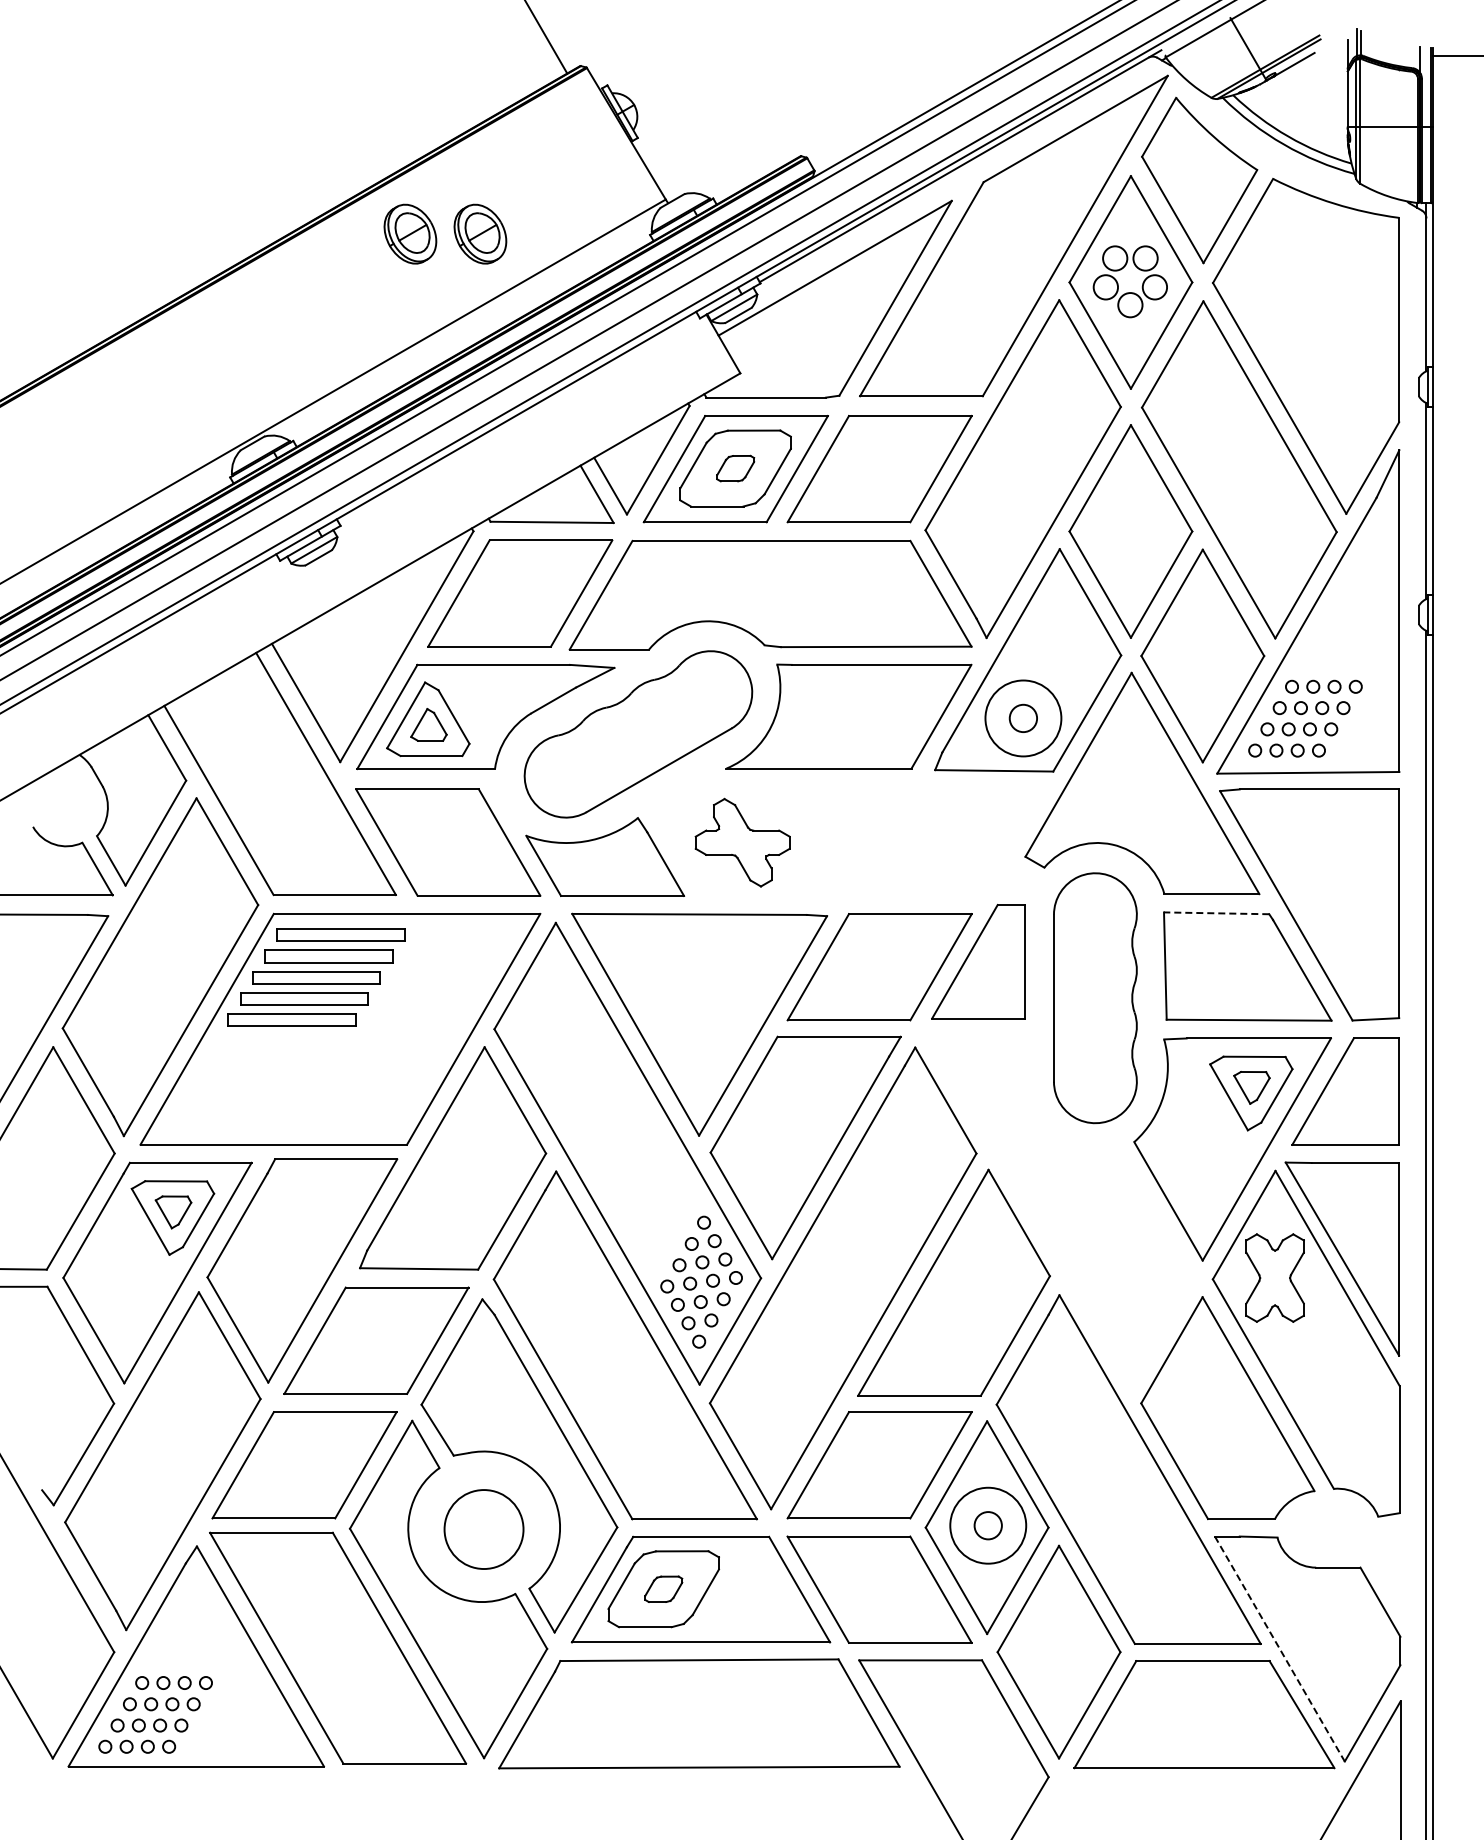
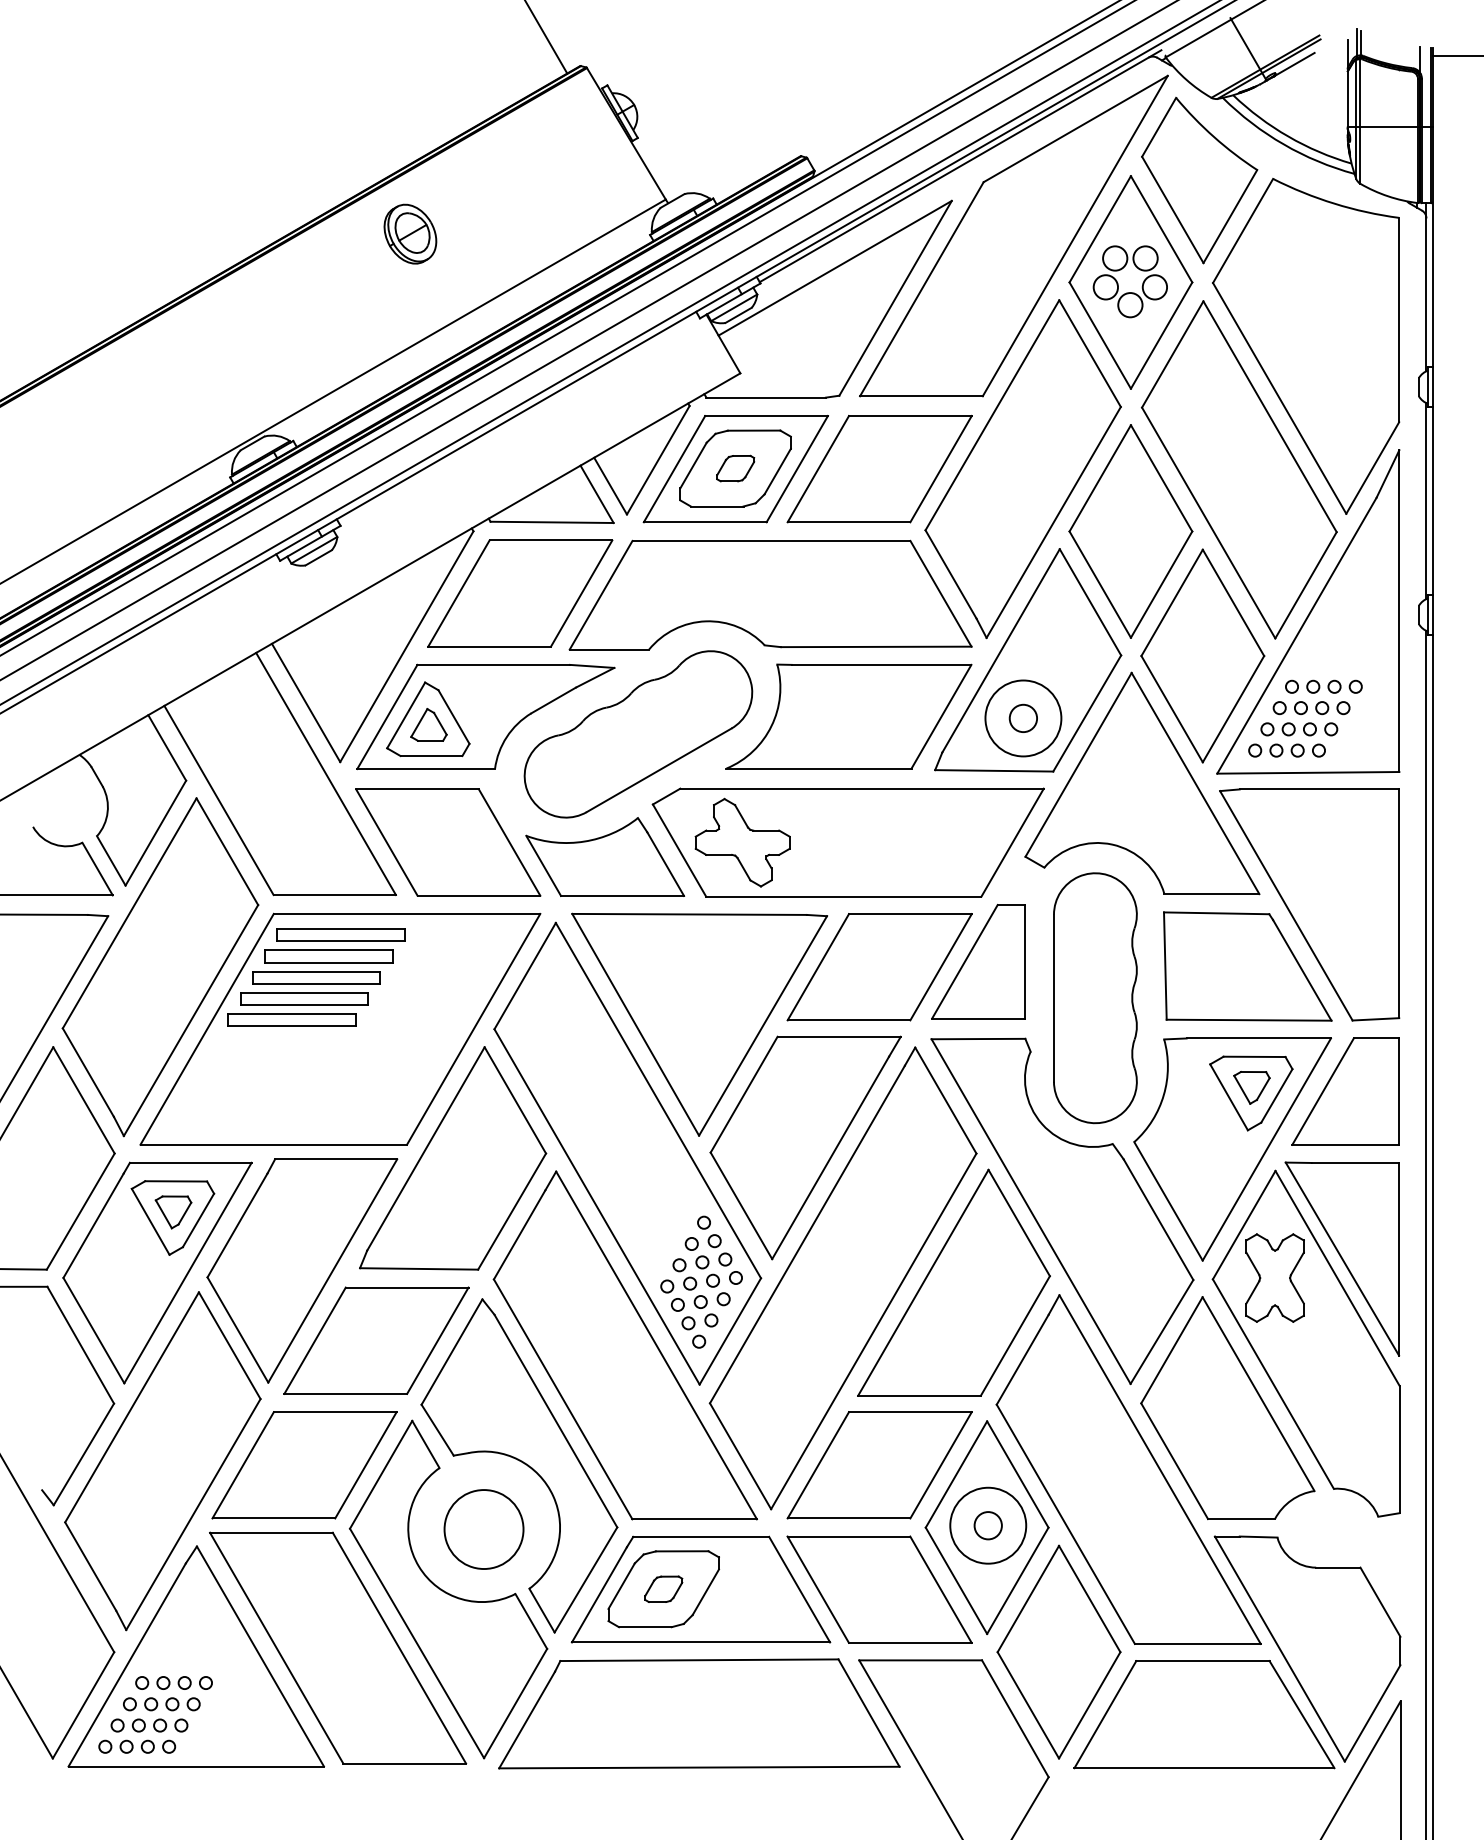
part at (480, 233): present -> none
part at (847, 842): none -> present
line at (1216, 913): dashed -> solid
part at (1062, 1211): none -> present
line at (1279, 1649): dashed -> solid
